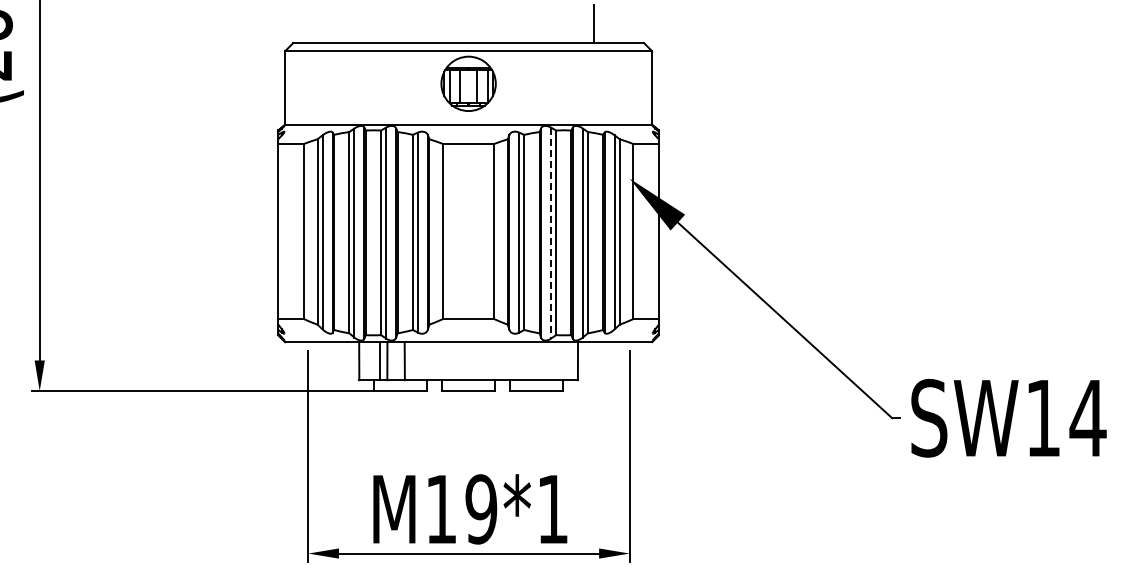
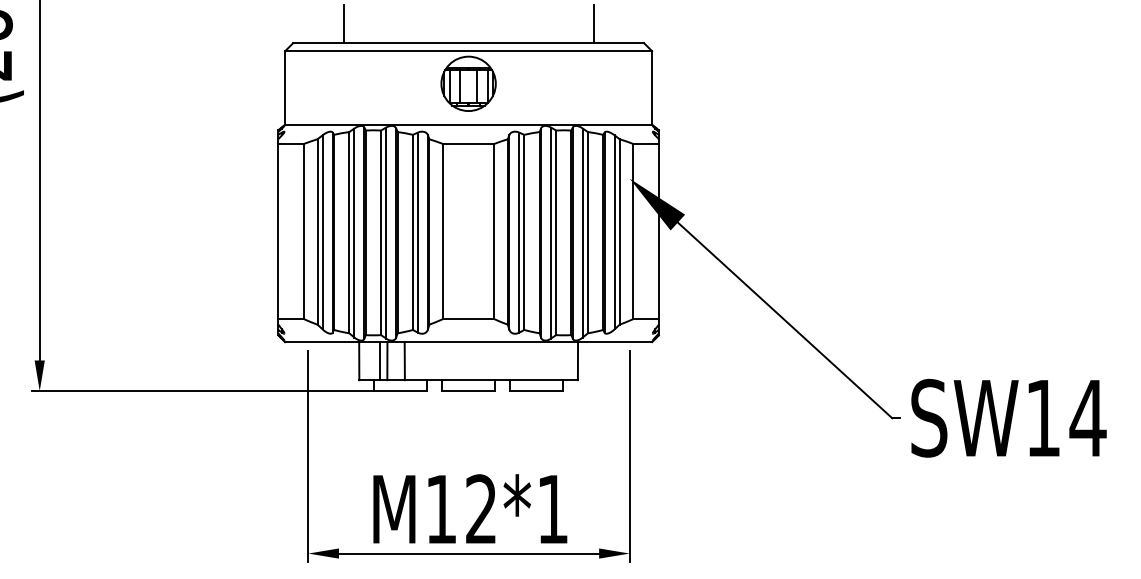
line at (343, 24): none -> present
line at (551, 233): dashed -> solid
text at (481, 509): M19*1 -> M12*1
